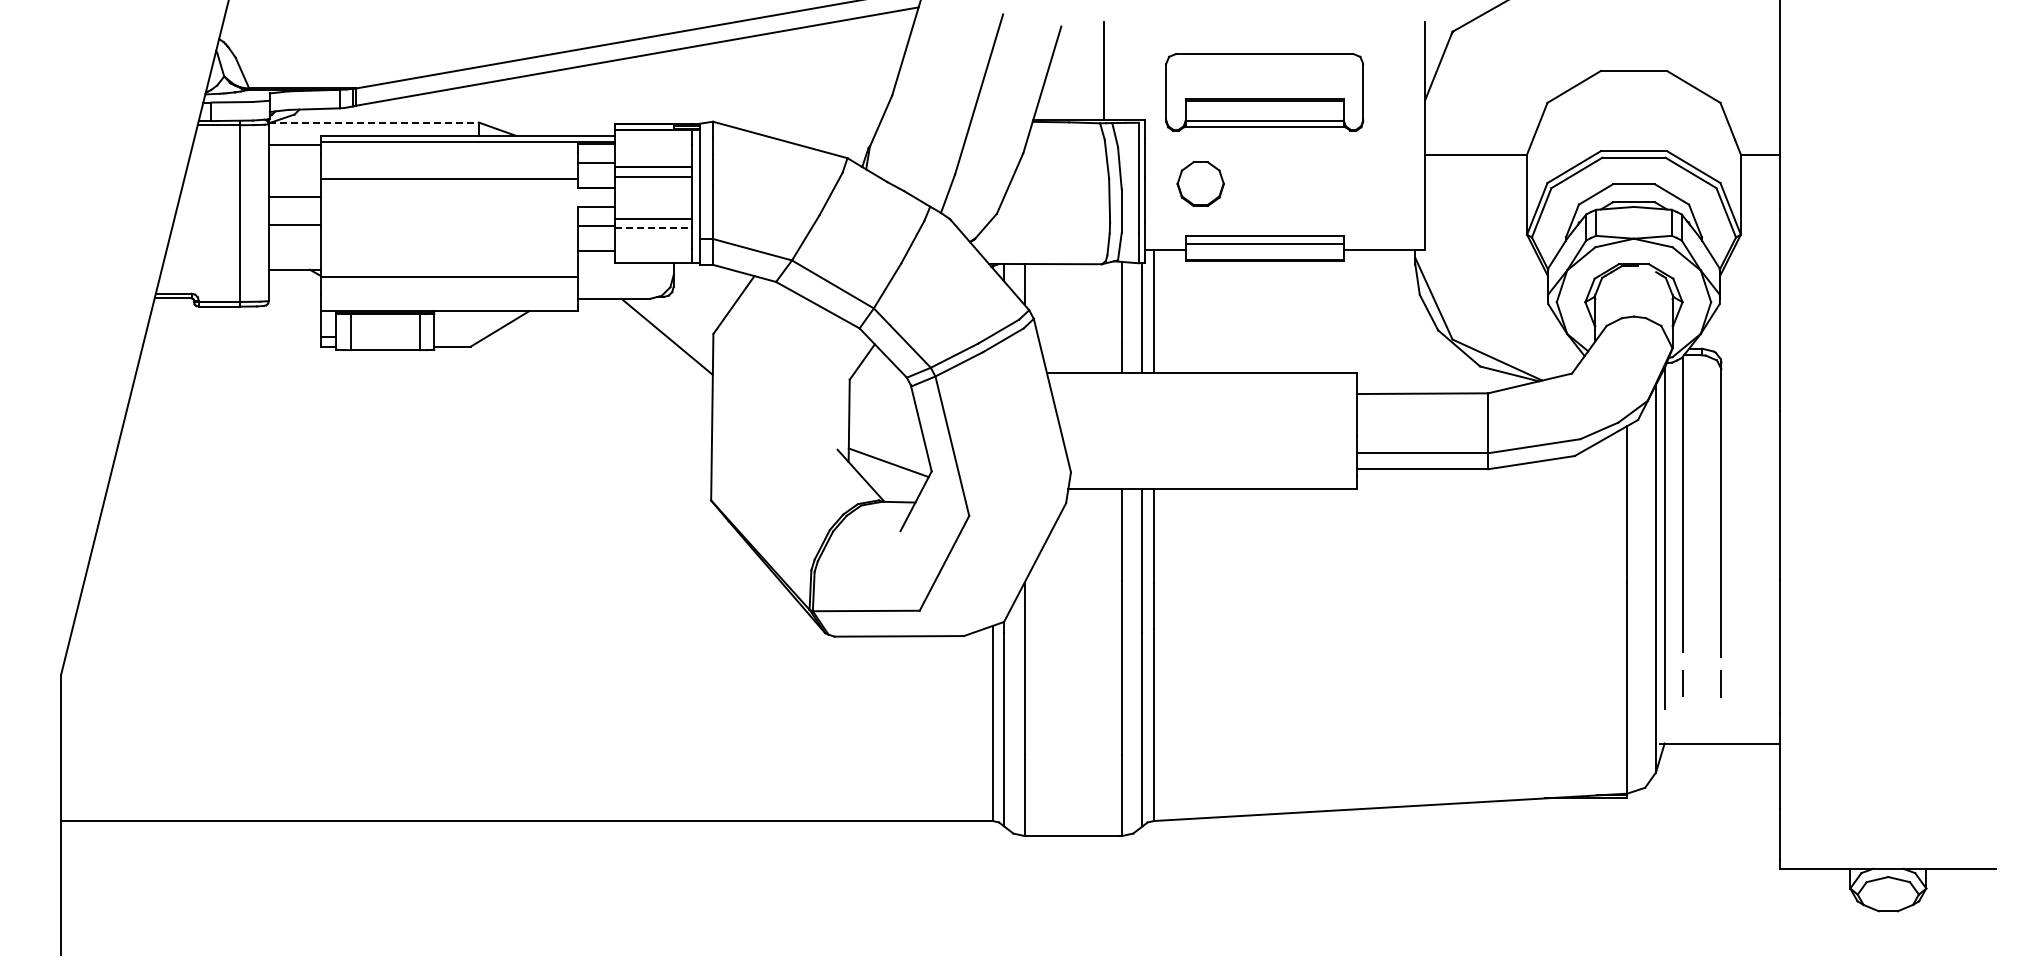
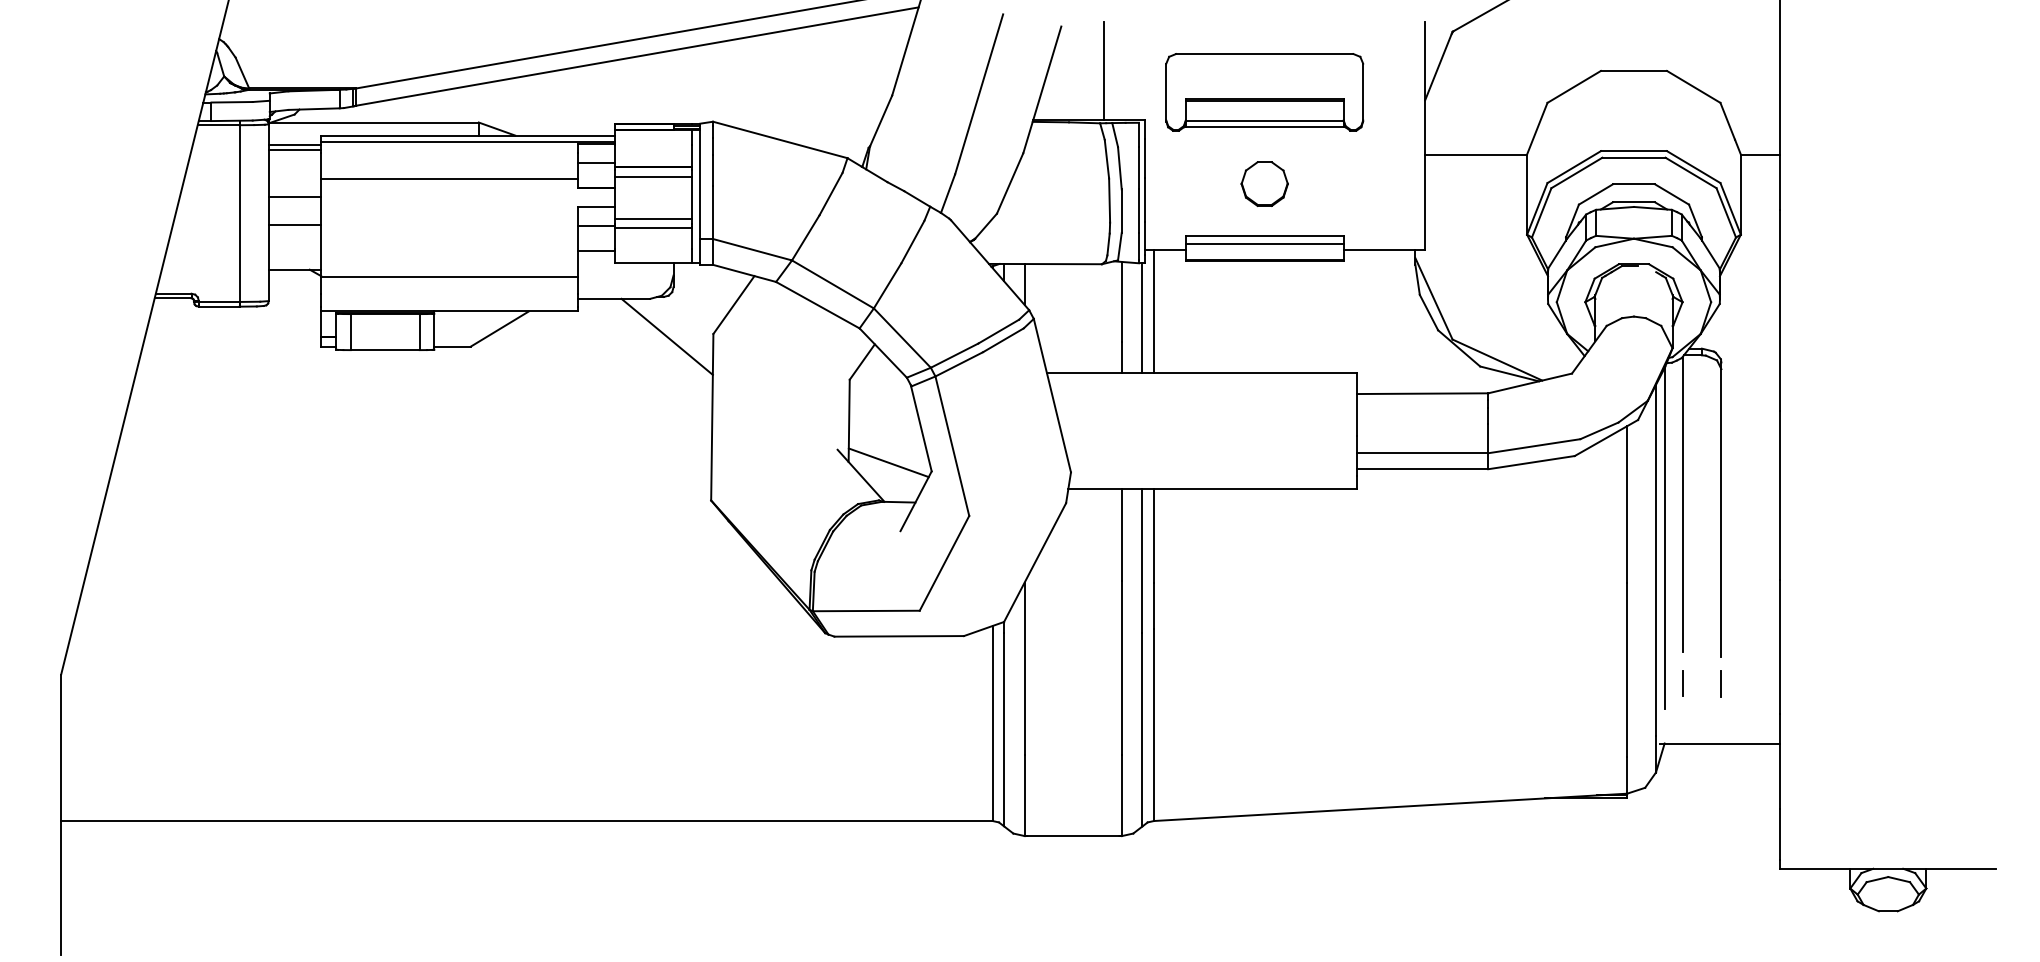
line at (373, 122): dashed -> solid
line at (294, 150): none -> present
part at (1200, 183) position: (1200, 183) -> (1264, 183)
line at (653, 228): dashed -> solid
